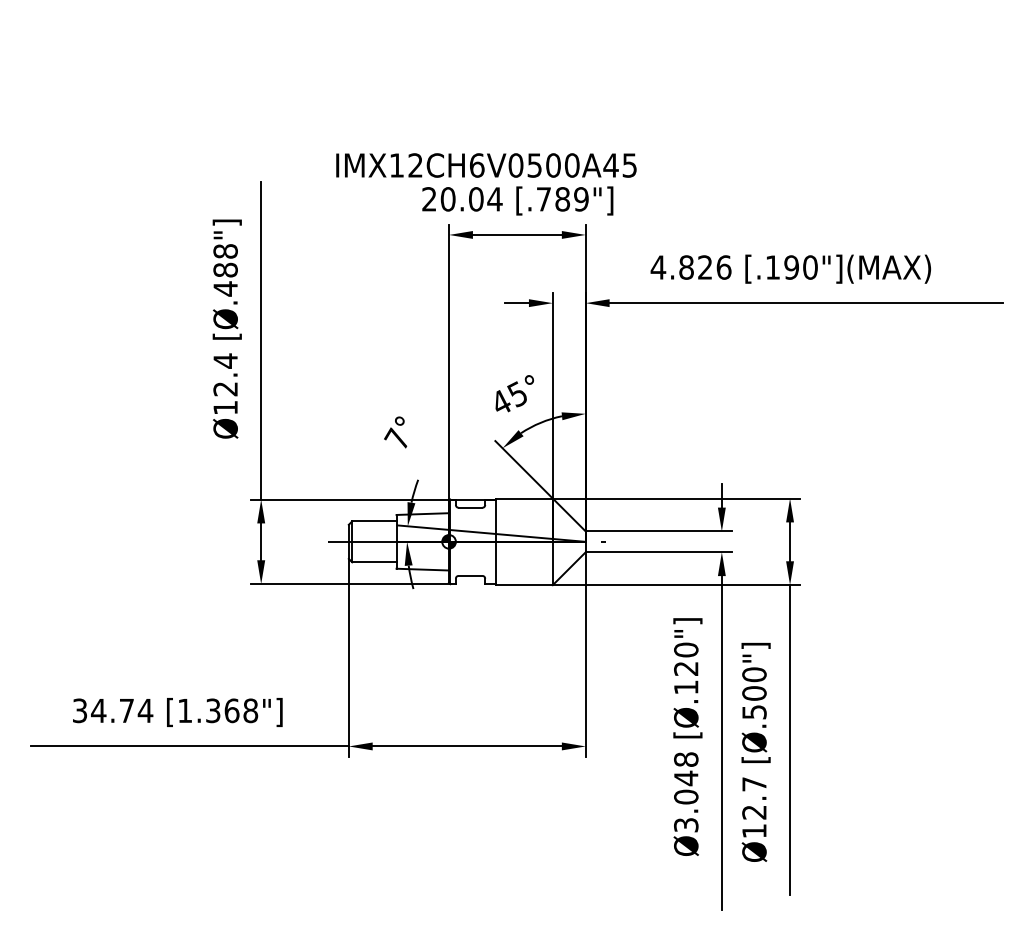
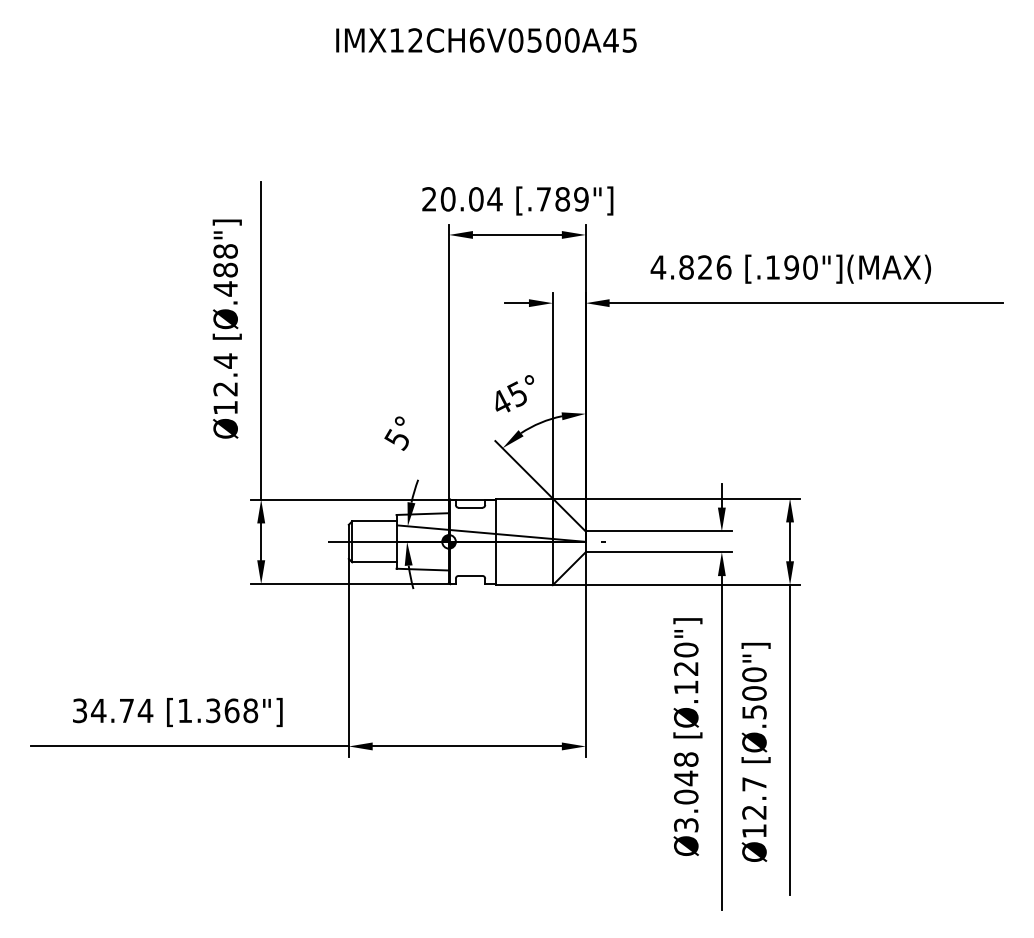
text at (486, 165) position: (486, 165) -> (486, 40)
text at (396, 438): 7° -> 5°
